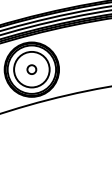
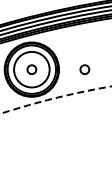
circle at (84, 69): none -> present
circle at (55, 99): solid -> dashed
